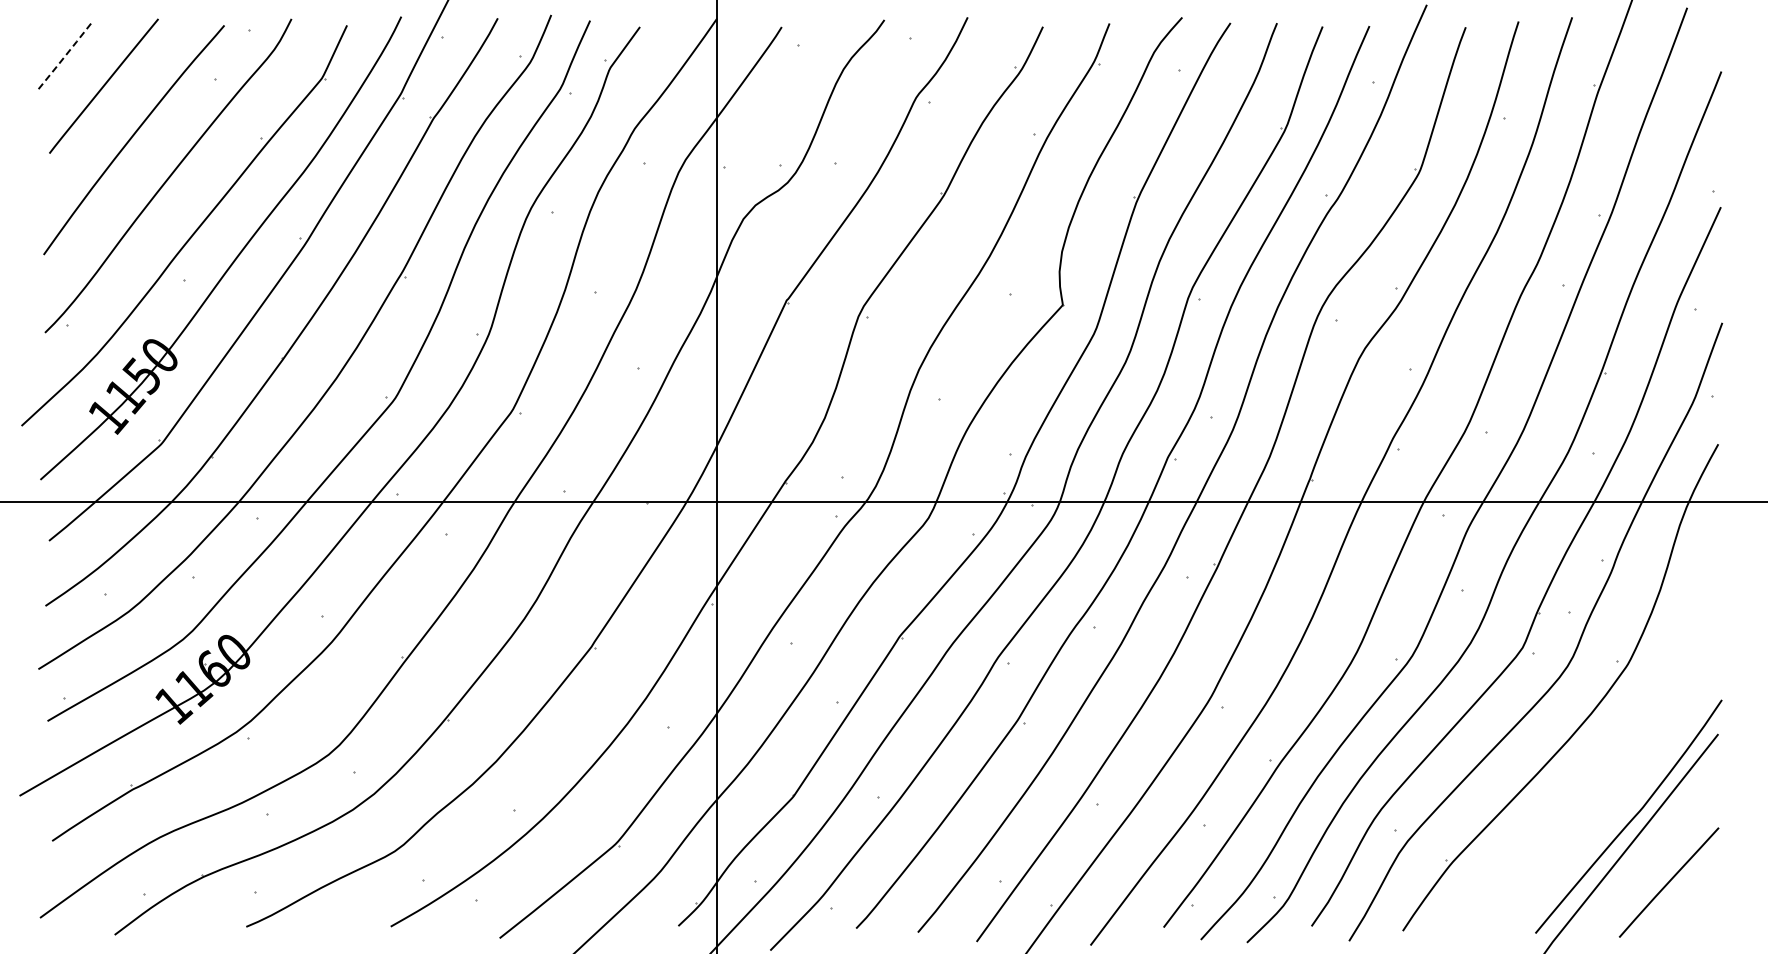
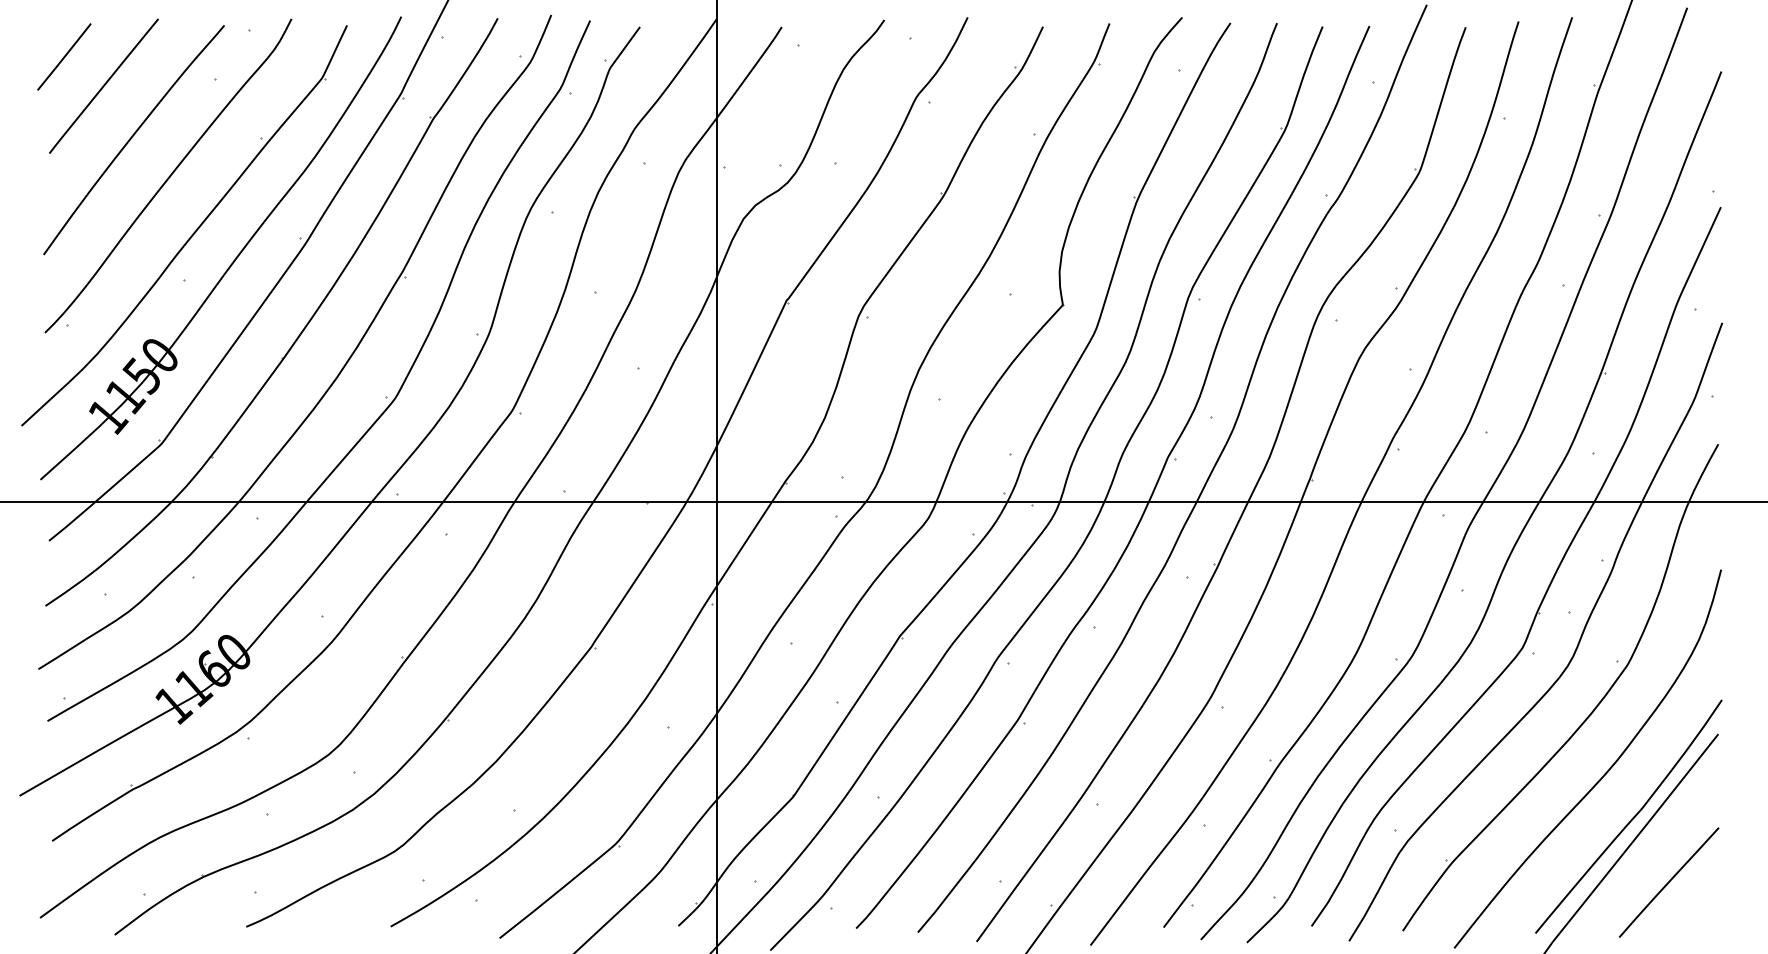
line at (64, 57): dashed -> solid
curve at (1603, 774): none -> present
